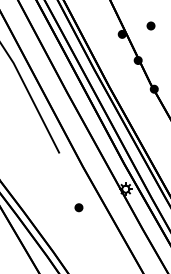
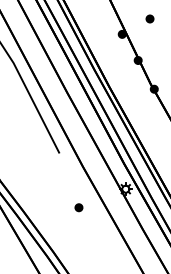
part at (150, 25) position: (150, 25) -> (149, 18)
